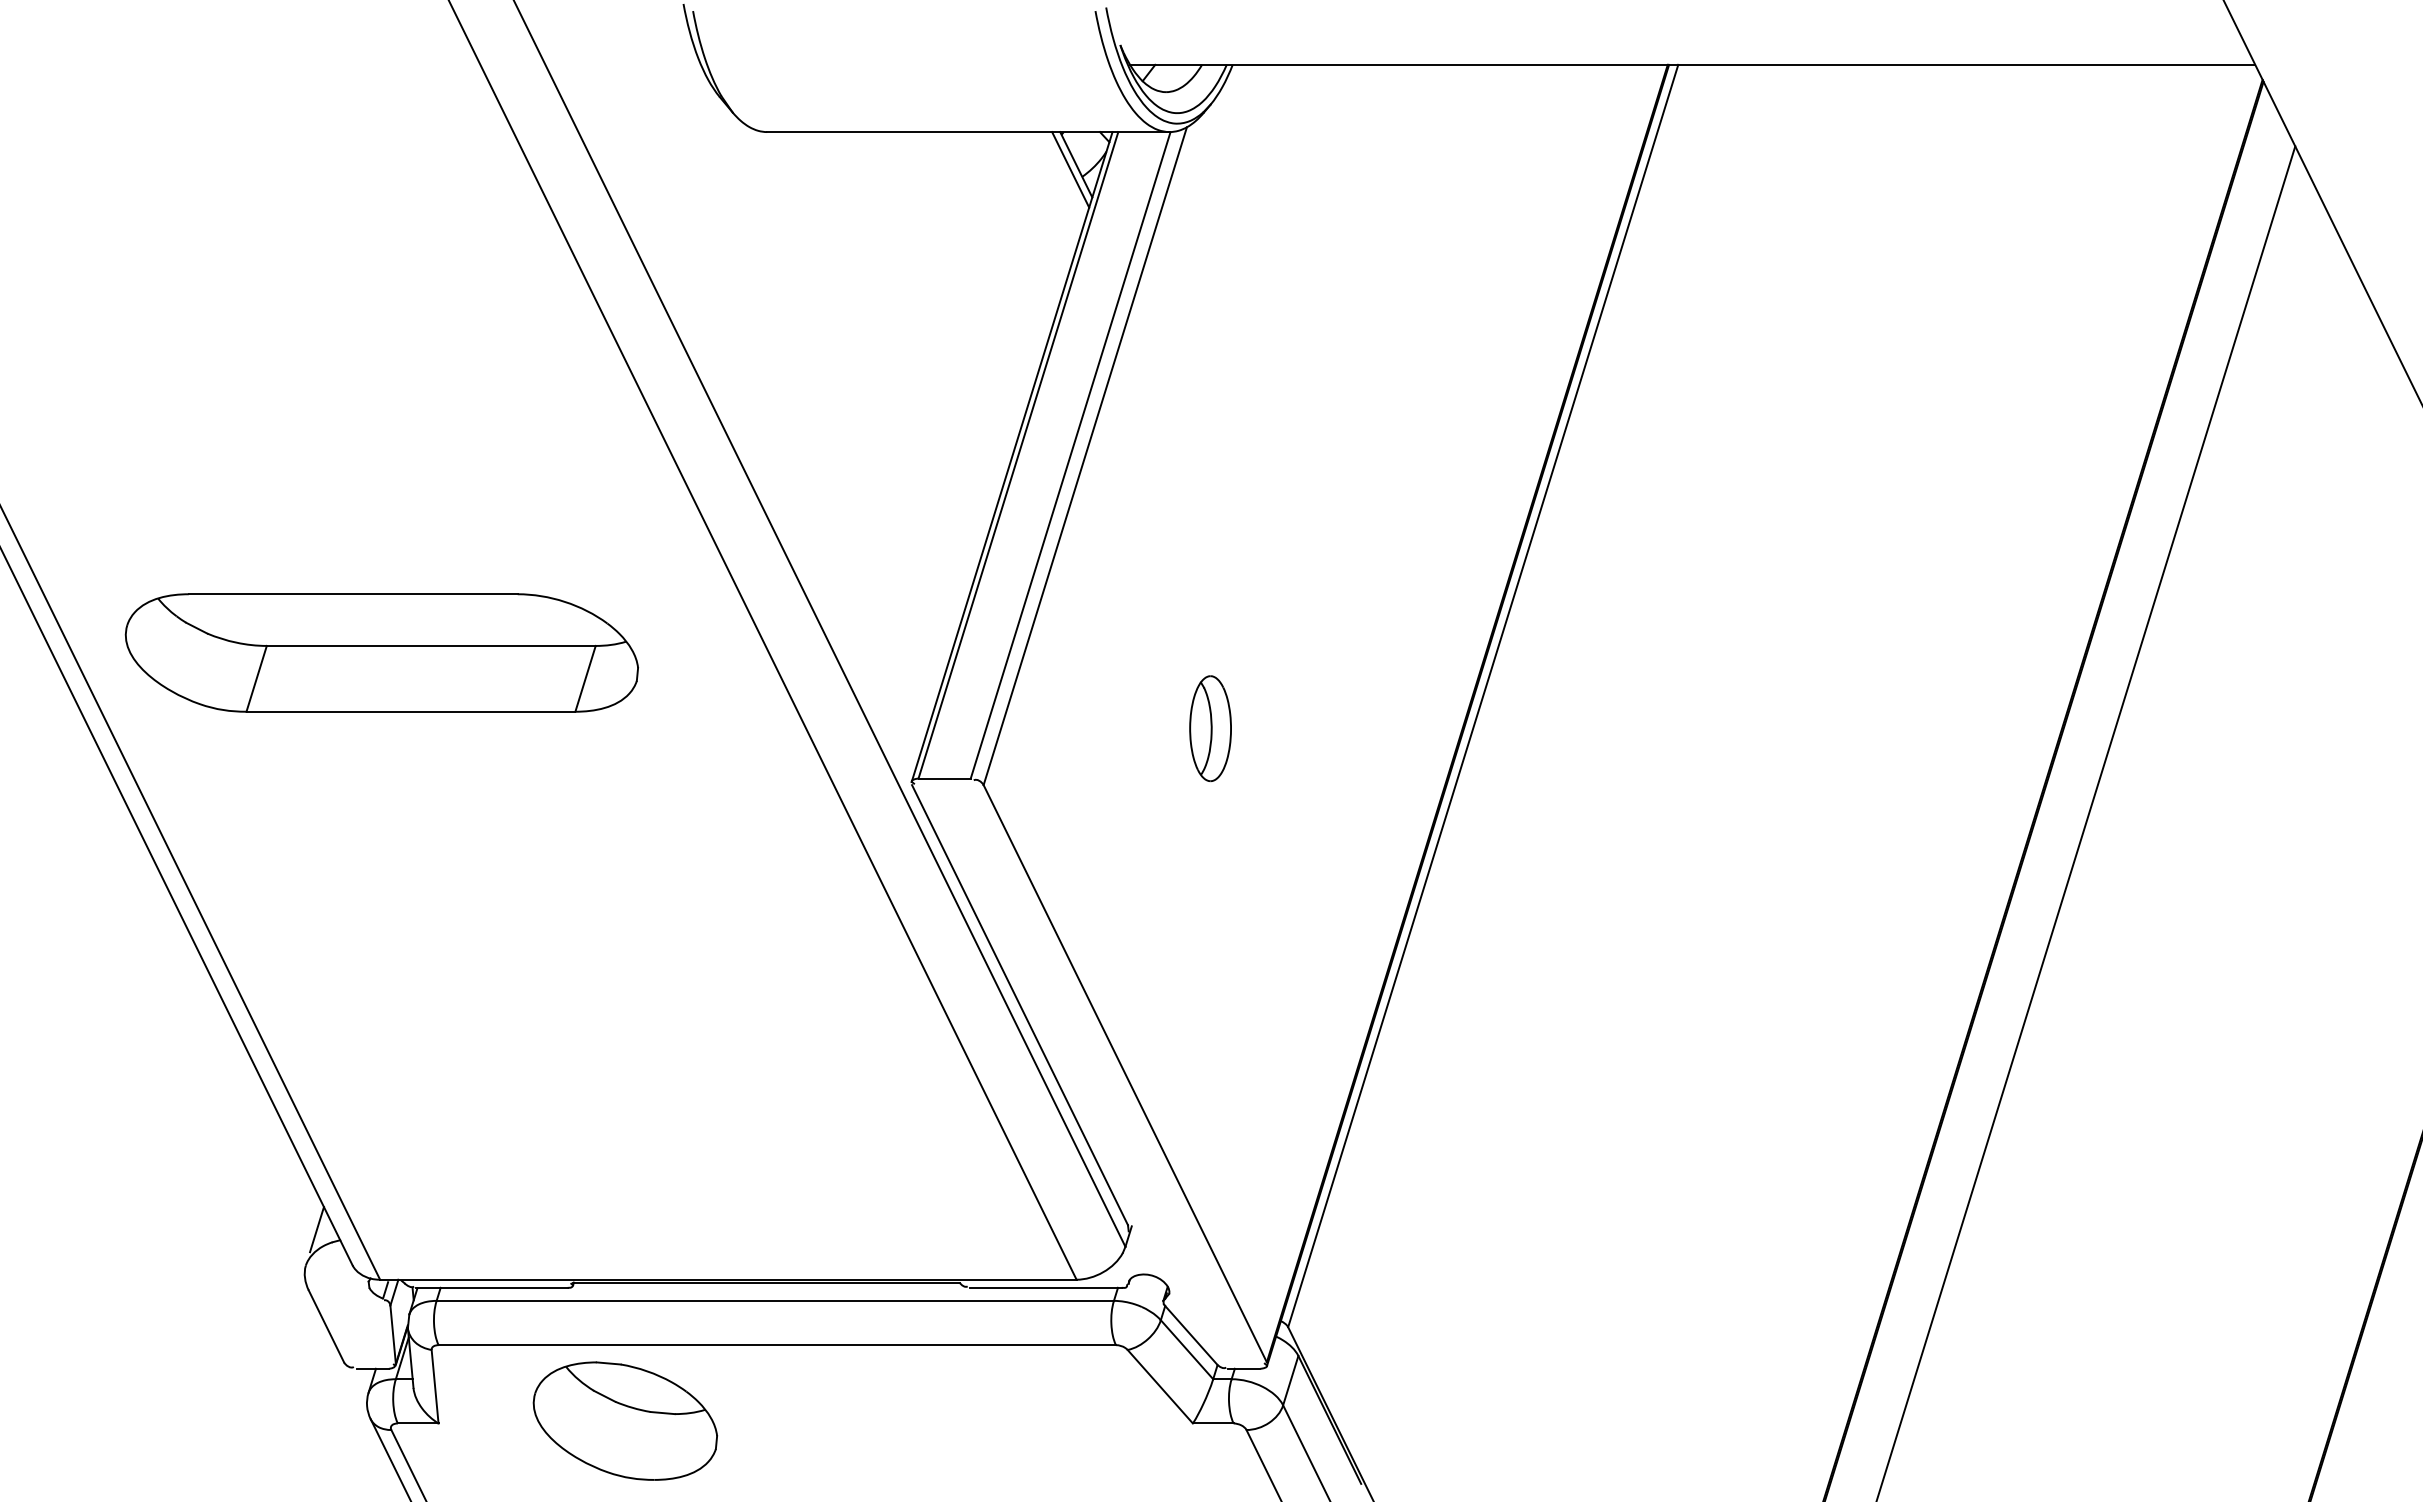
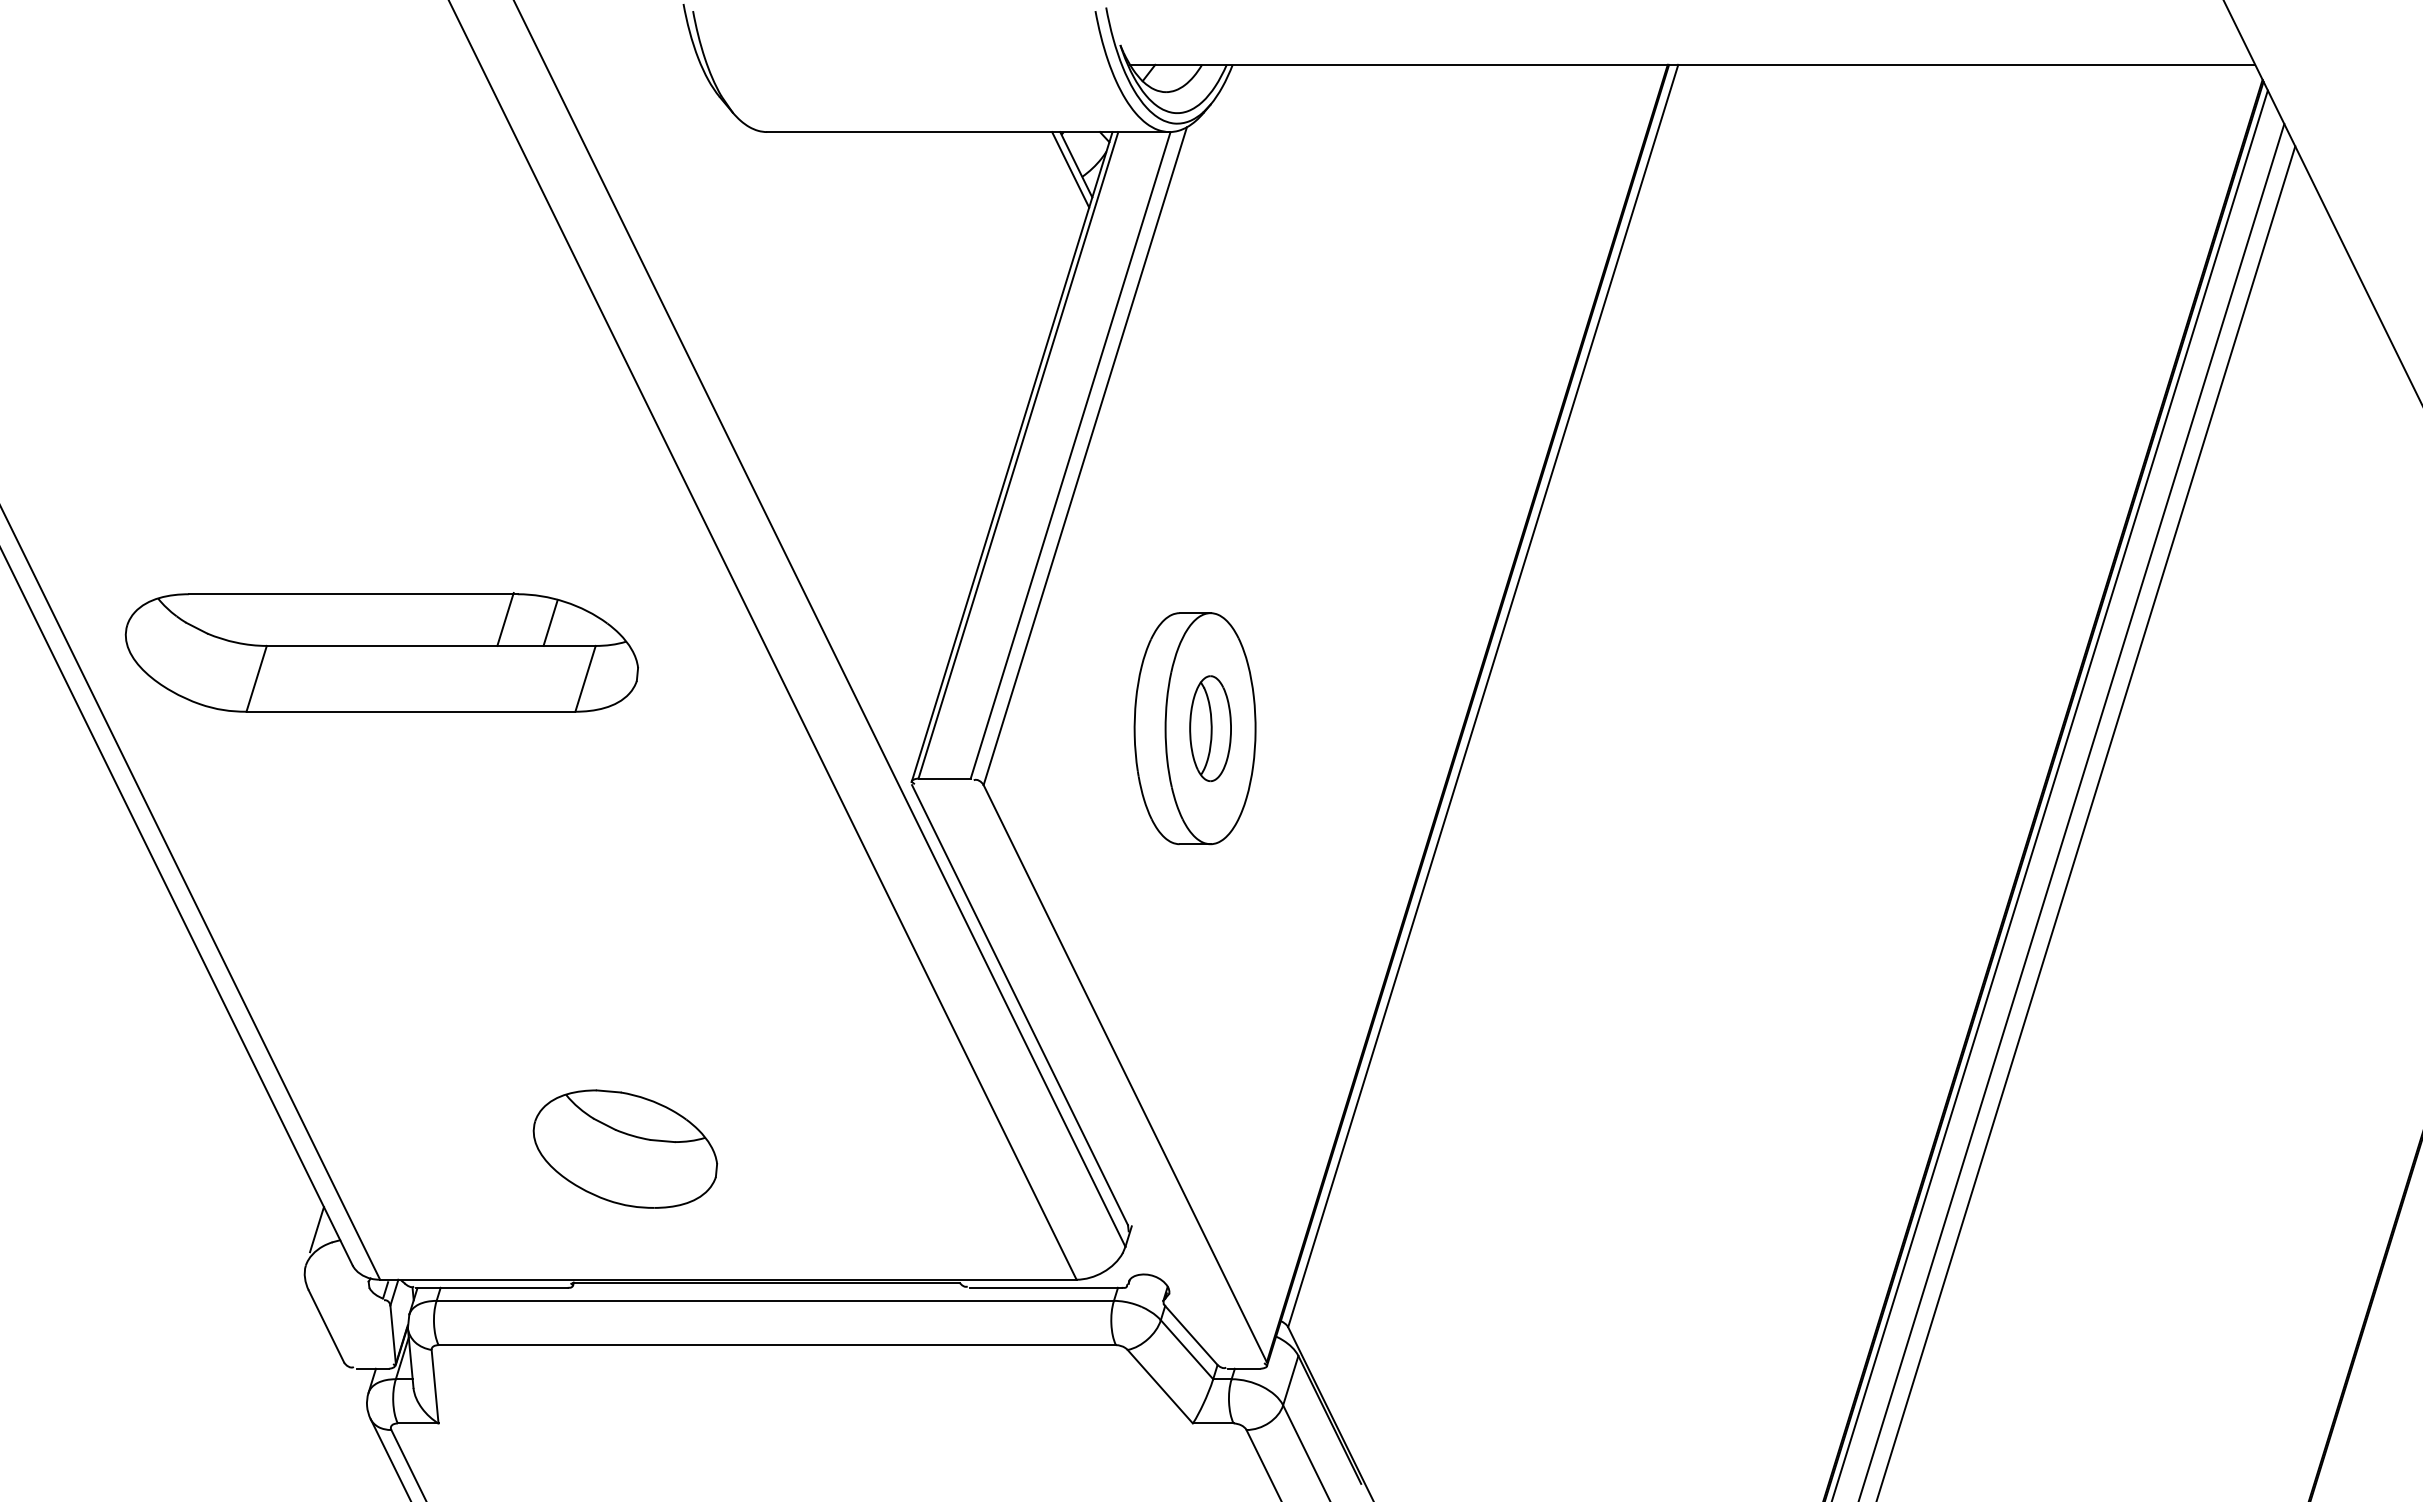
line at (505, 619): none -> present
line at (550, 622): none -> present
part at (1194, 728): none -> present
line at (2049, 794): none -> present
line at (2071, 811): none -> present
part at (625, 1420) position: (625, 1420) -> (625, 1148)
